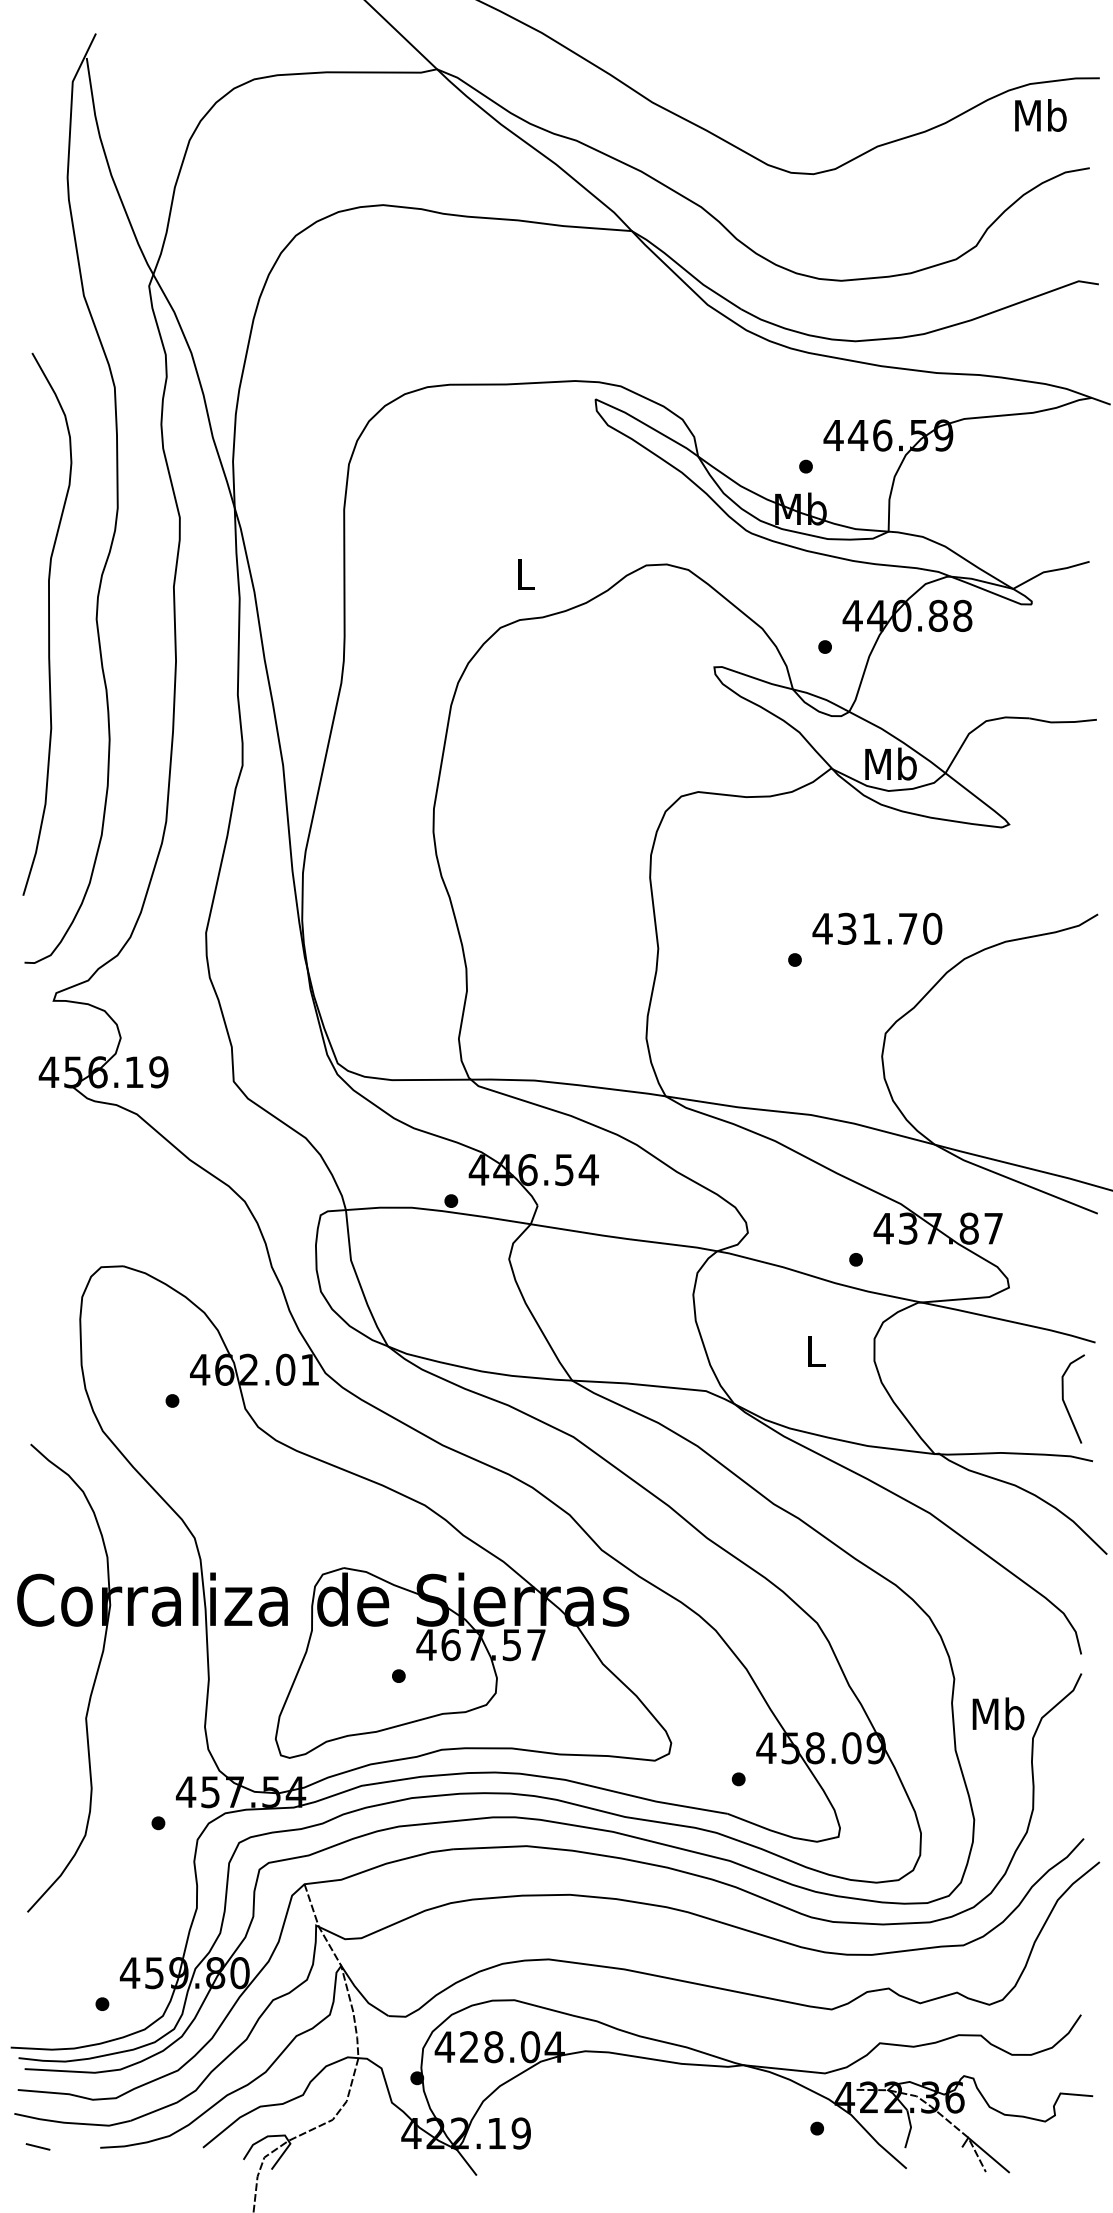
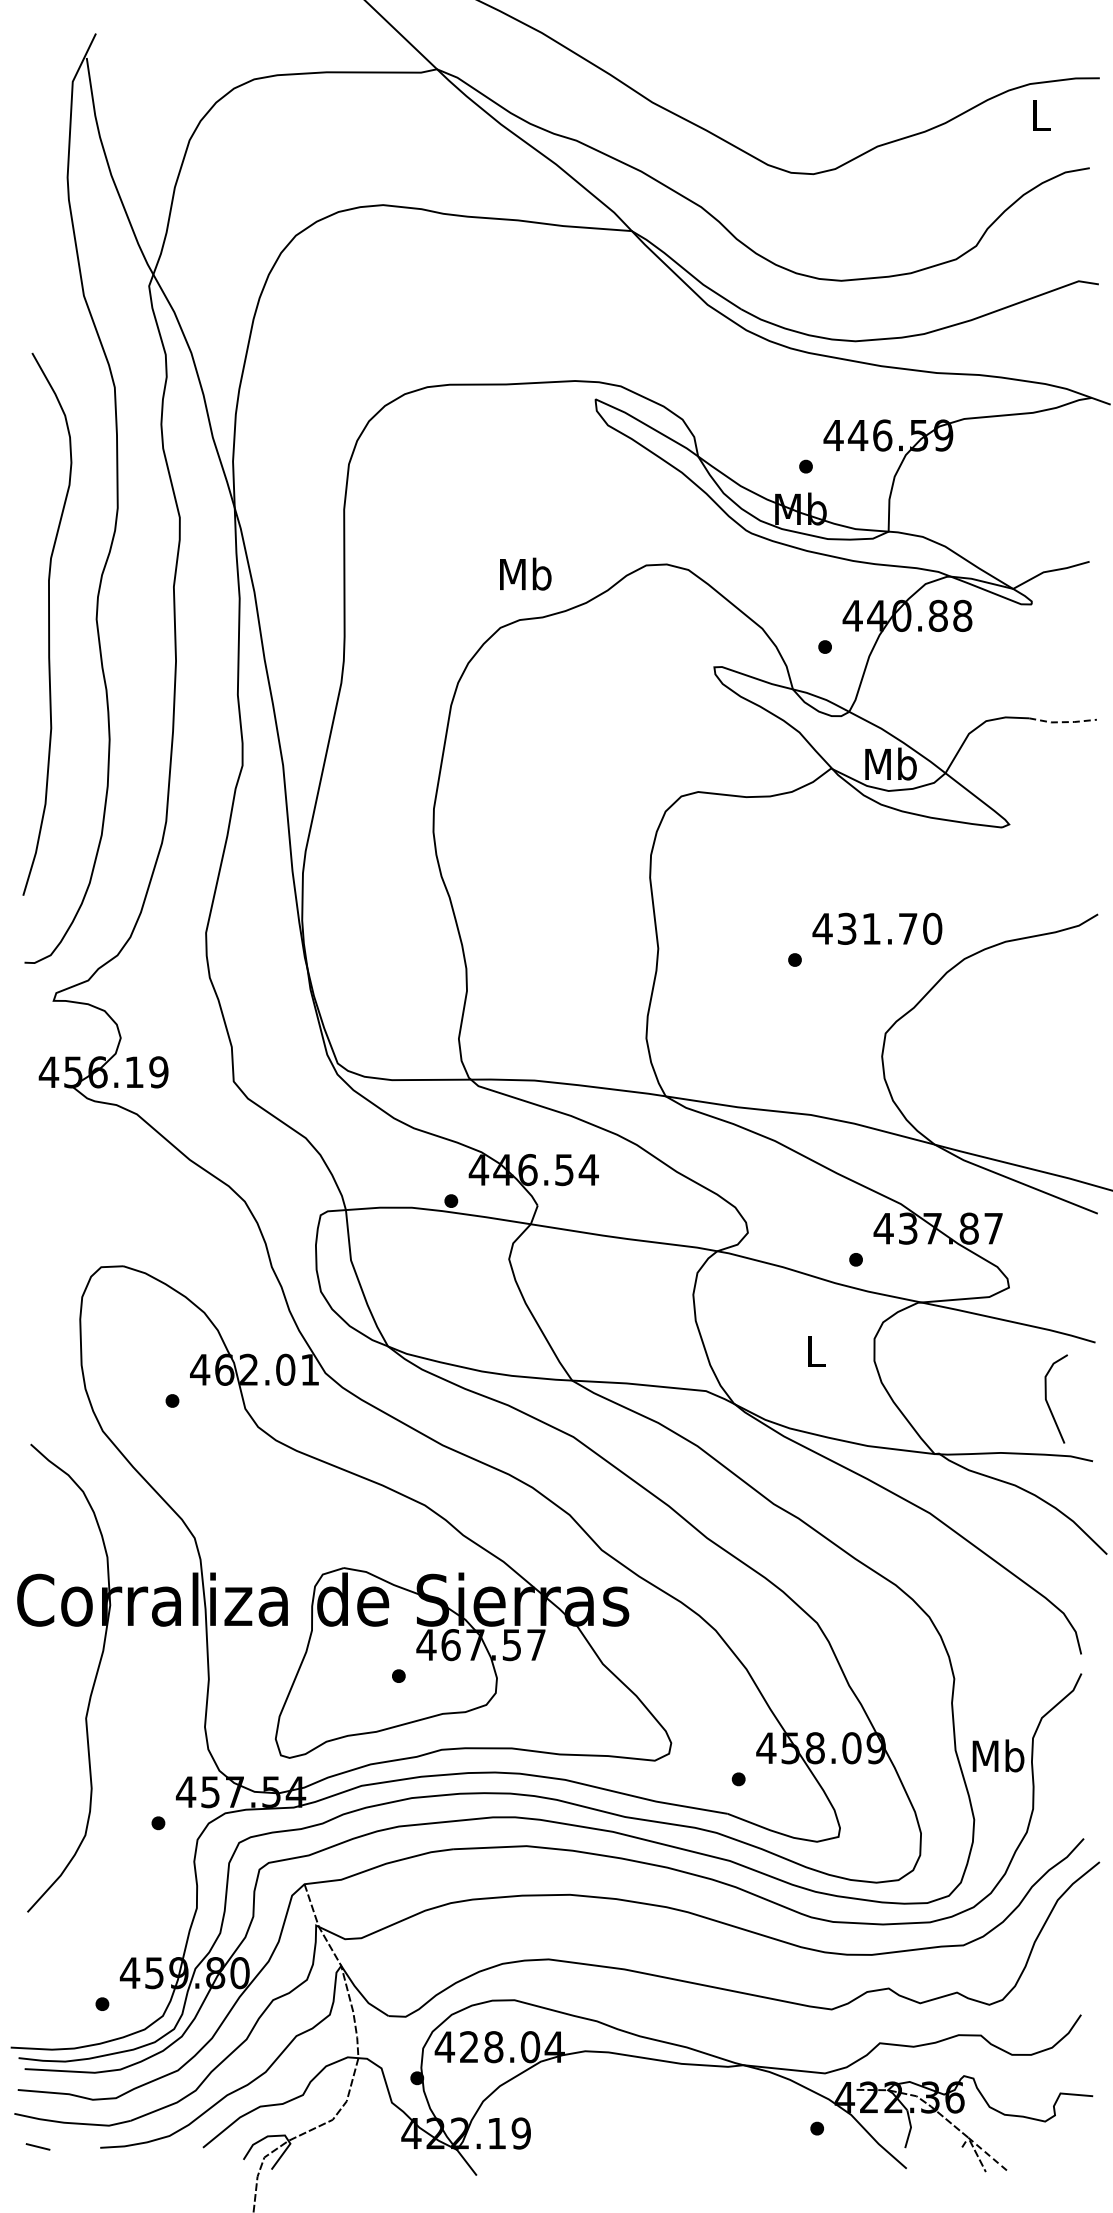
text at (1040, 115): Mb -> L
text at (525, 573): L -> Mb
line at (1062, 722): solid -> dashed
line at (1065, 1402) position: (1065, 1402) -> (1048, 1402)
text at (998, 1713) position: (998, 1713) -> (998, 1755)
line at (984, 2151): solid -> dashed
